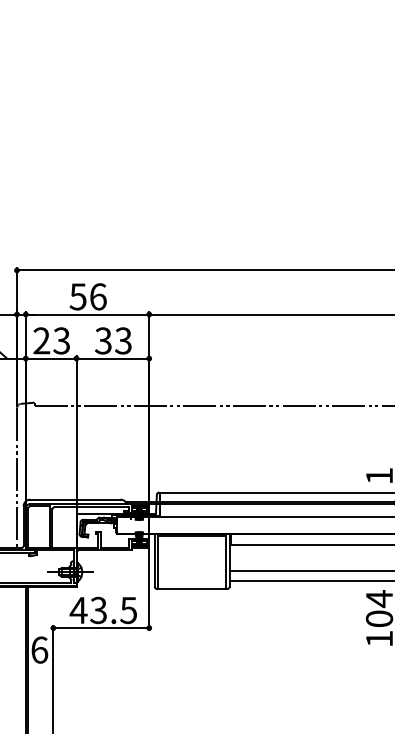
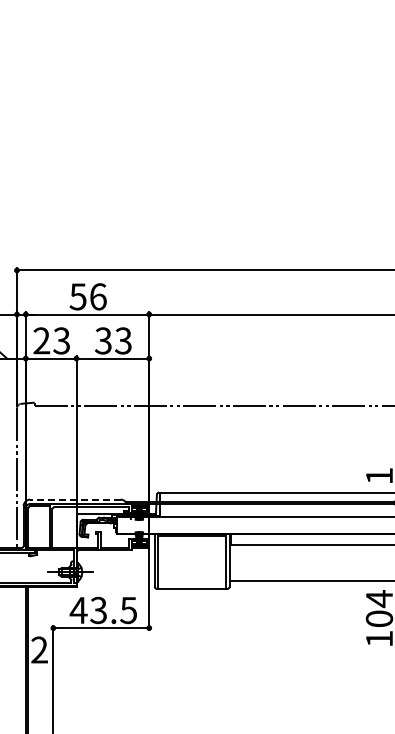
line at (74, 499): solid -> dashed
line at (310, 571): present -> none
text at (39, 649): 6 -> 2
